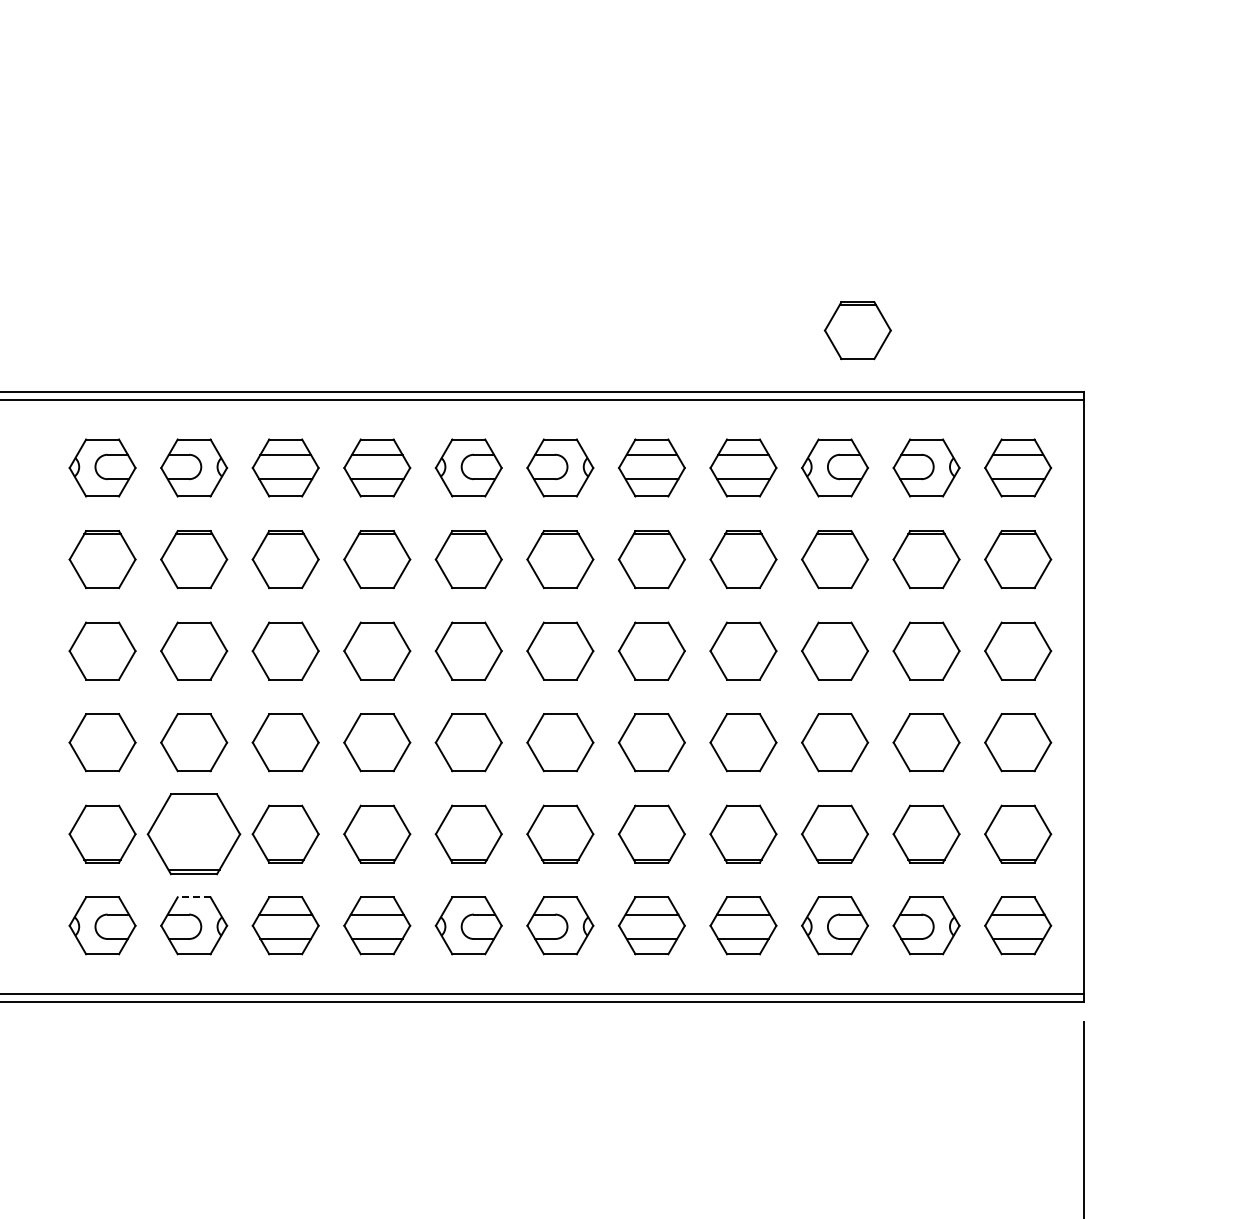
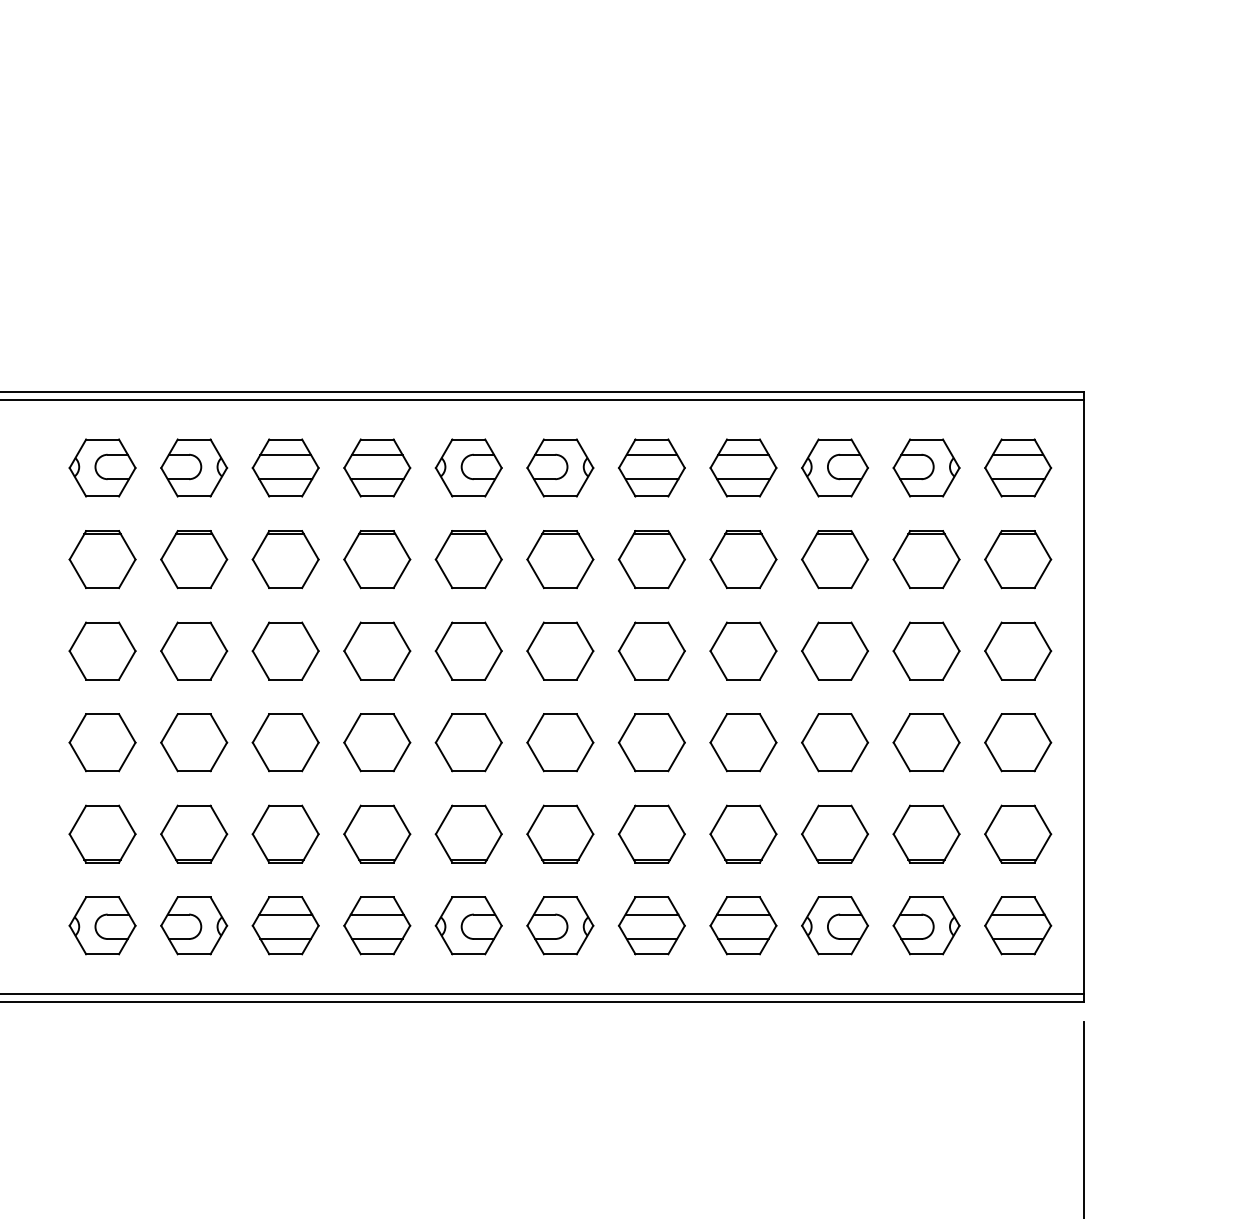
part at (857, 330): present -> none
part at (193, 834) size: 96x83 px -> 69x60 px
line at (193, 897): dashed -> solid
